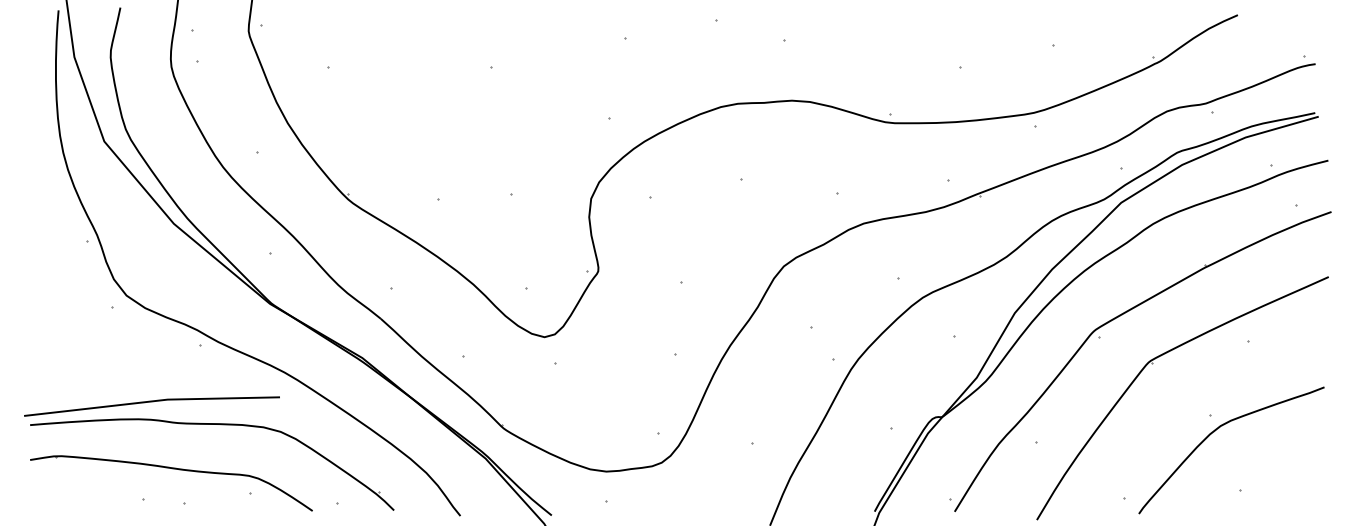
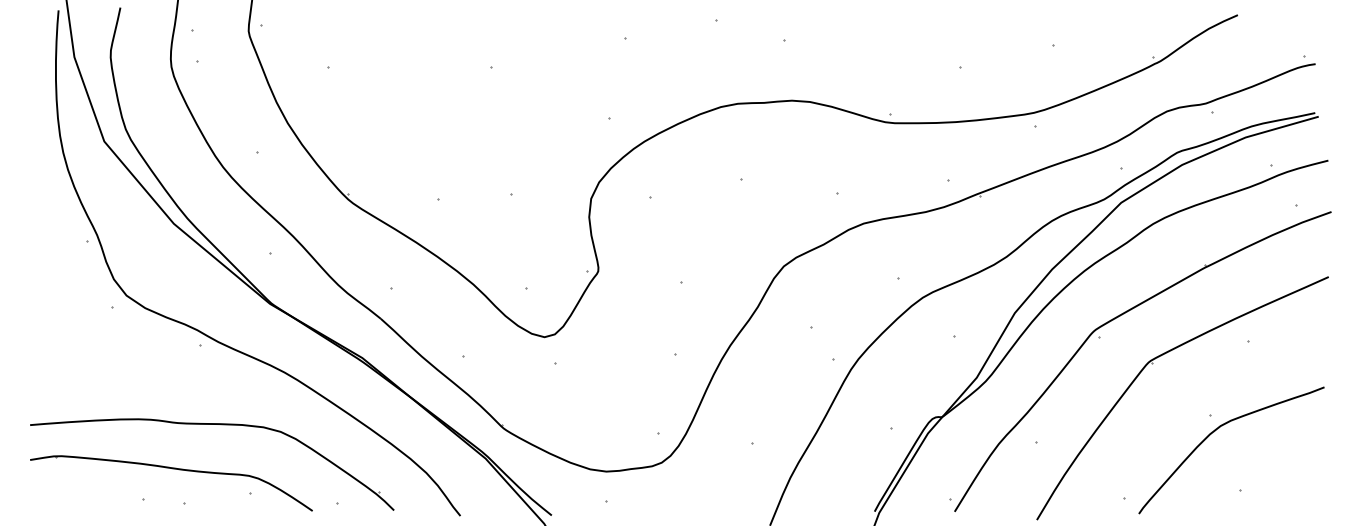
line at (151, 402): present -> none
